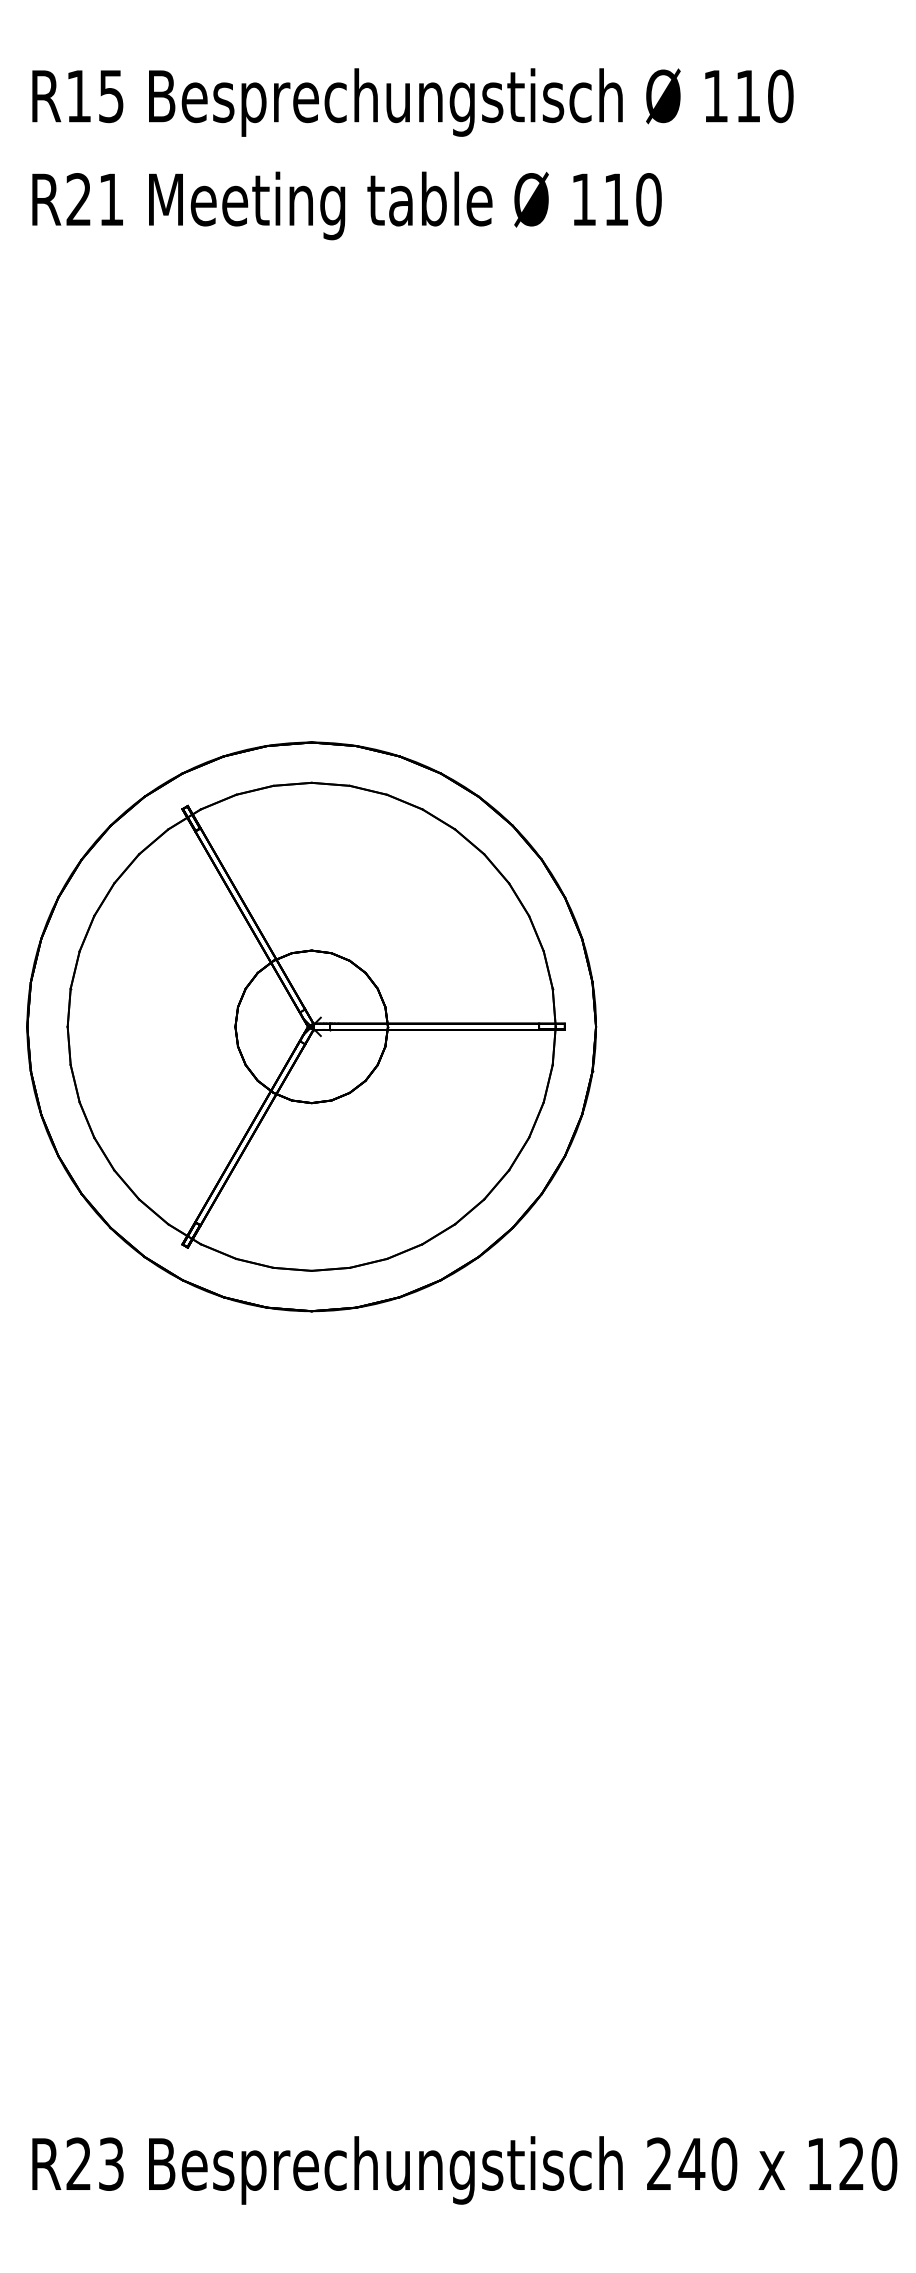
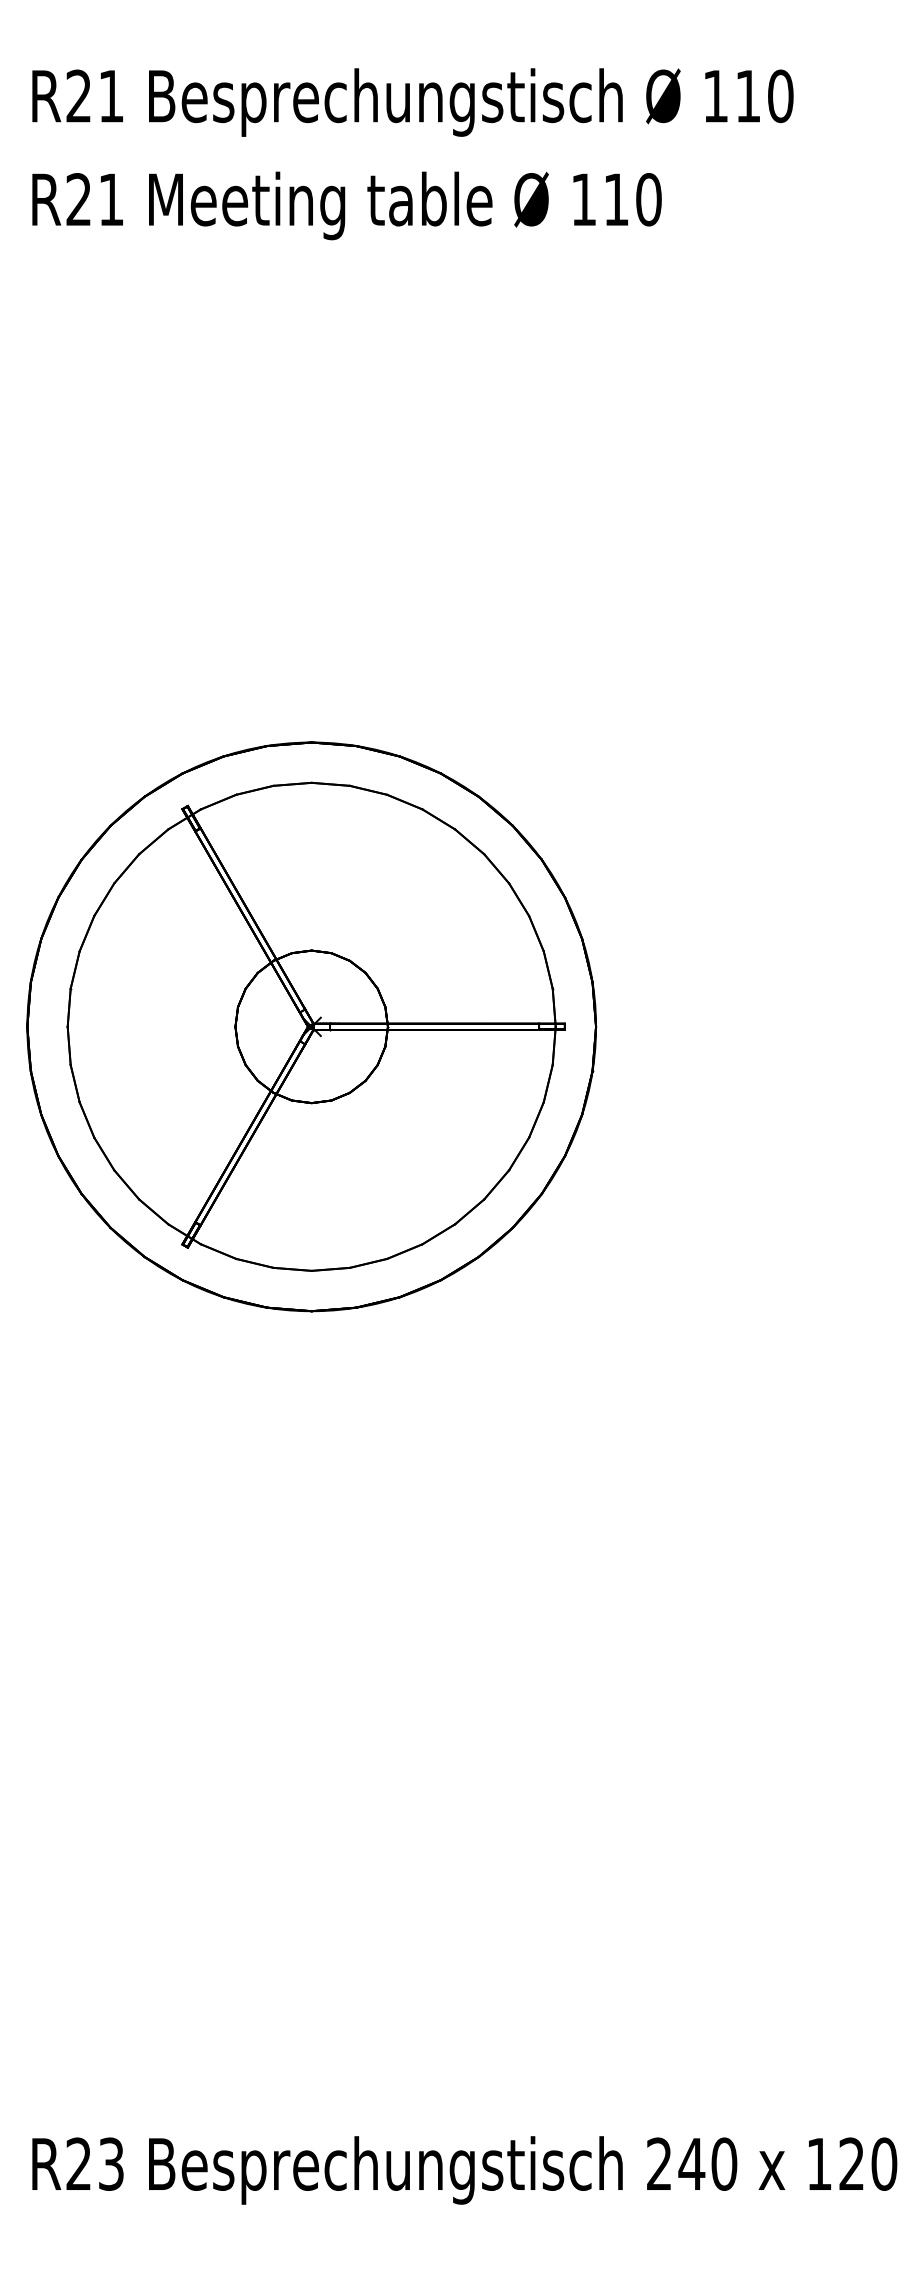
text at (94, 96): R15 -> R21
